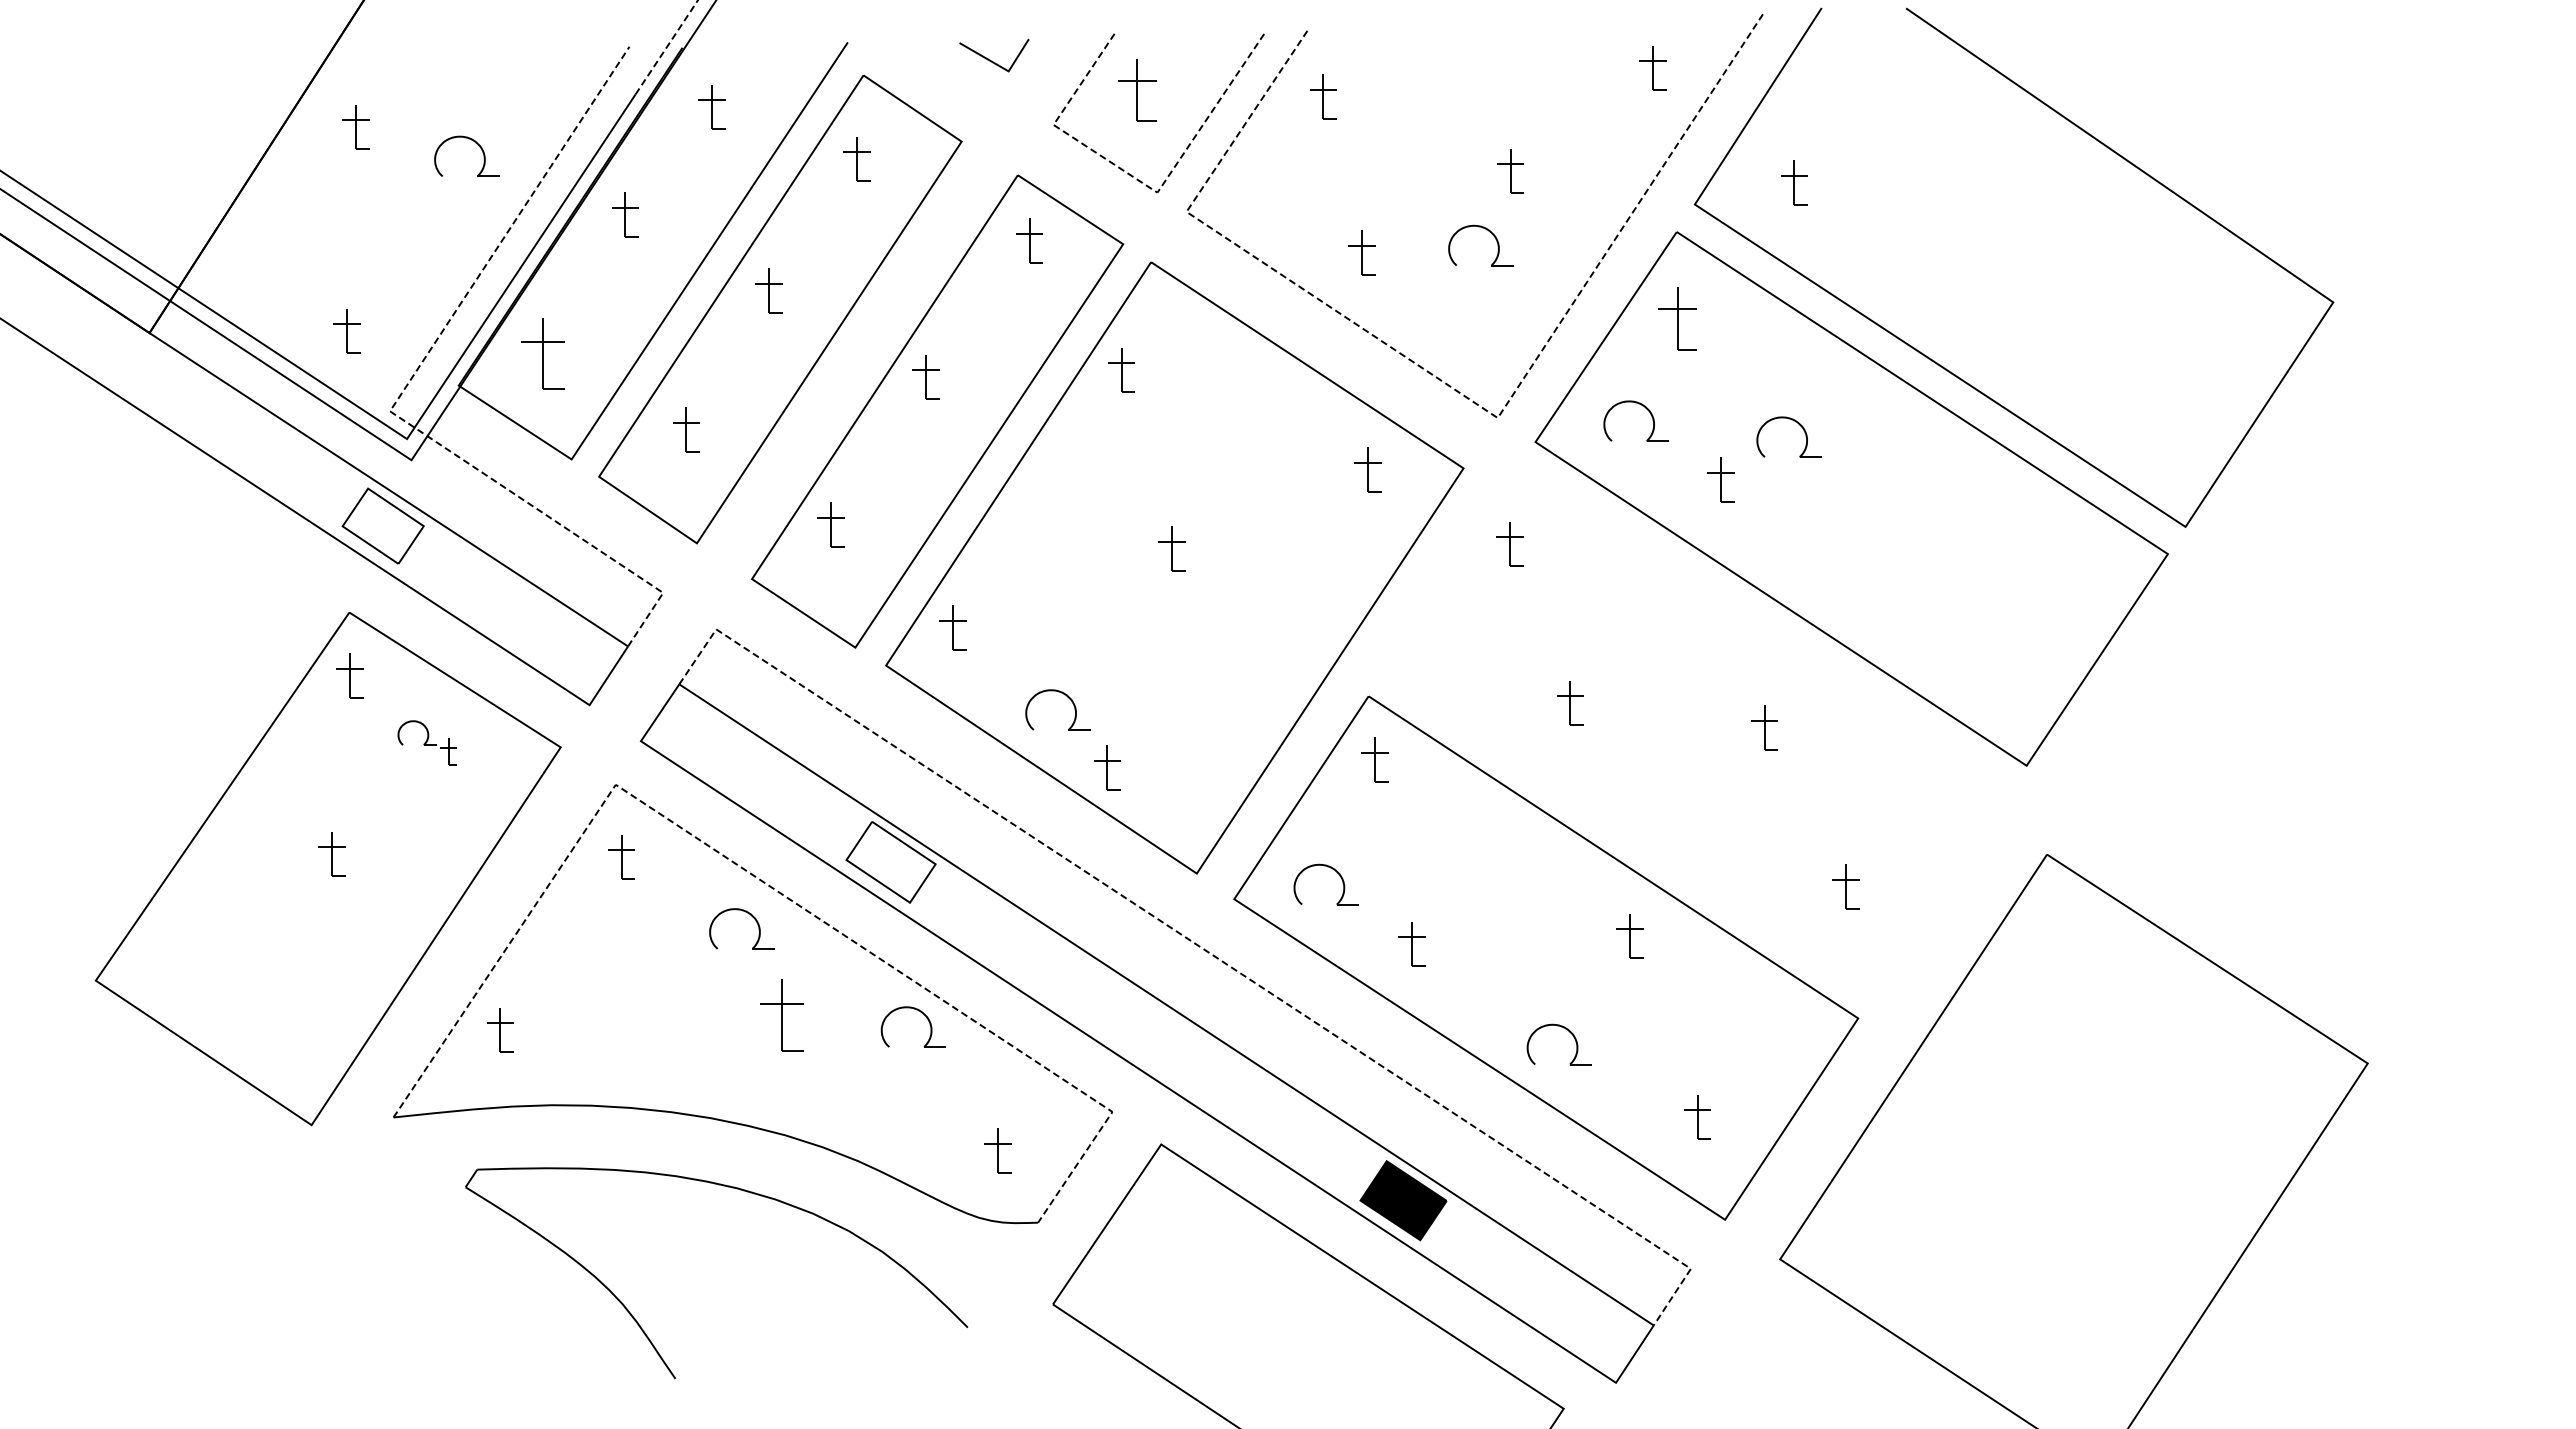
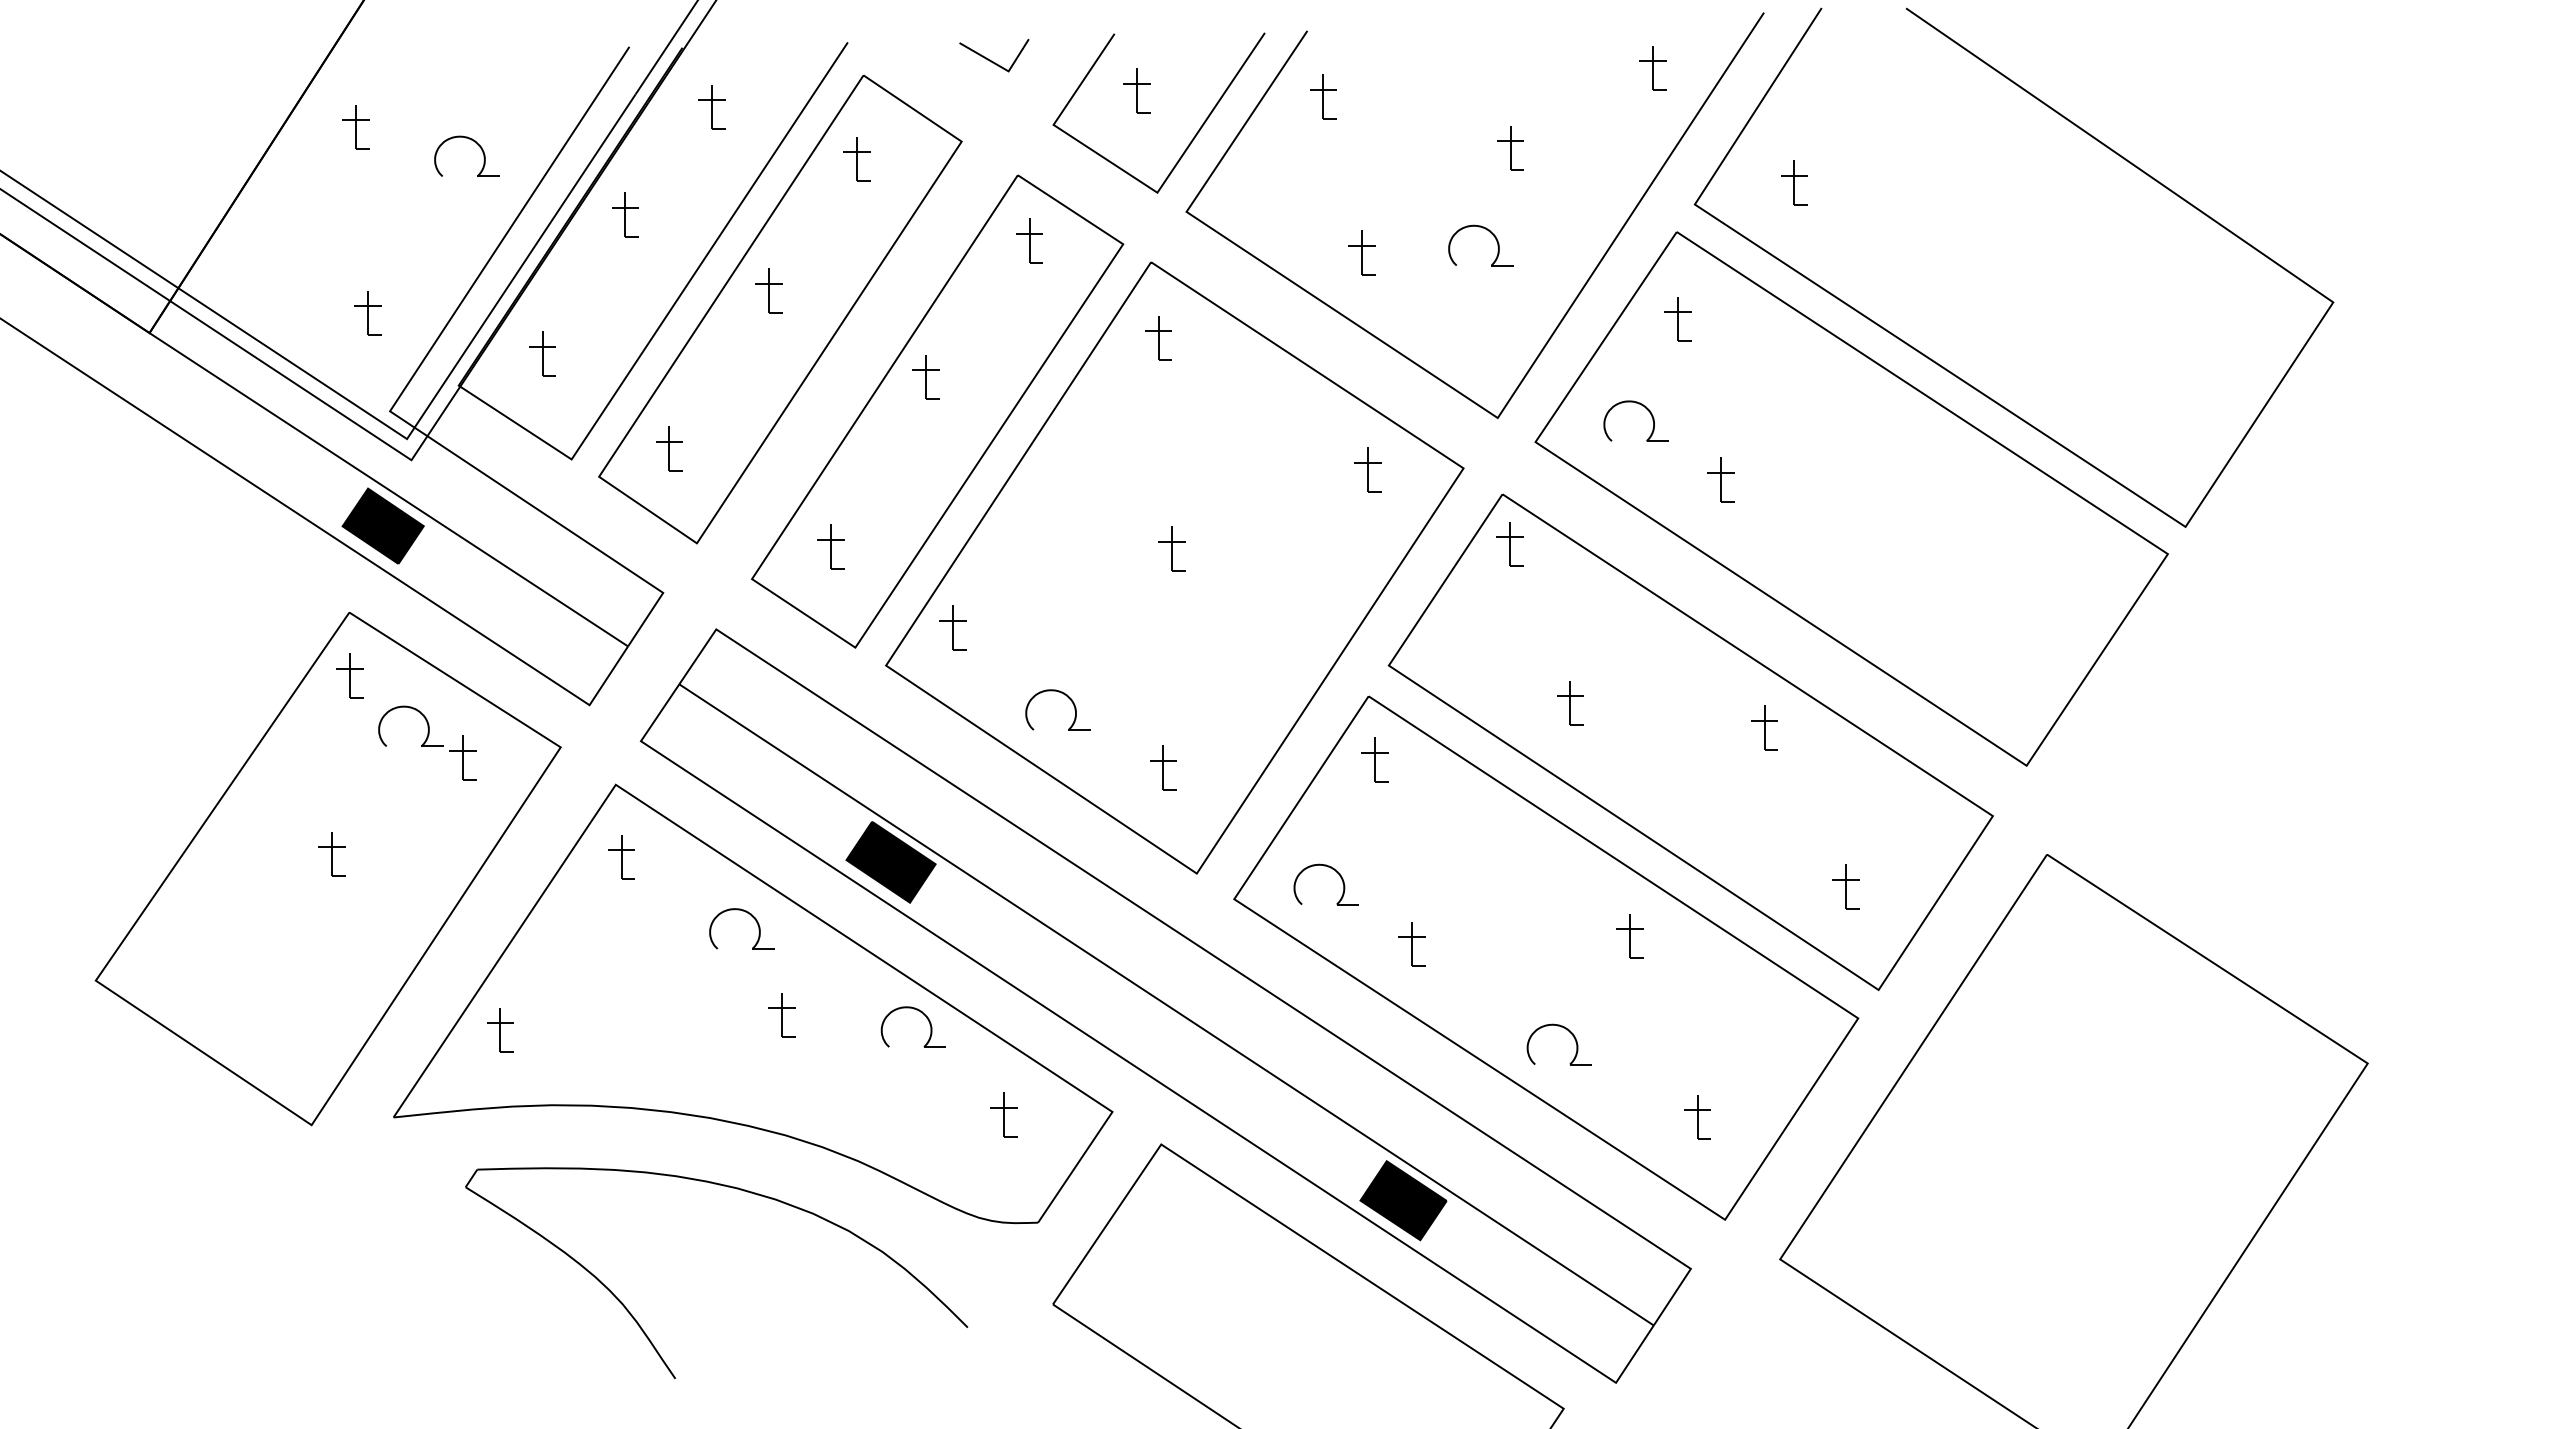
line at (667, 46): dashed -> solid
part at (1137, 90) size: 39x63 px -> 28x46 px
part at (1510, 171) position: (1510, 171) -> (1510, 148)
line at (1139, 181): dashed -> solid
part at (1677, 318) size: 39x64 px -> 28x45 px
part at (346, 331) position: (346, 331) -> (367, 313)
part at (542, 353) size: 44x72 px -> 27x46 px
part at (1121, 370) position: (1121, 370) -> (1158, 338)
line at (1453, 388): dashed -> solid
line at (401, 393): dashed -> solid
part at (1799, 425): present -> none
part at (686, 429) position: (686, 429) -> (669, 448)
part at (830, 524) position: (830, 524) -> (830, 546)
fill at (382, 525): none -> present
part at (1690, 741): none -> present
part at (426, 742) size: 60x46 px -> 99x76 px
part at (1107, 767) position: (1107, 767) -> (1163, 767)
fill at (890, 861): none -> present
line at (752, 874): dashed -> solid
line at (1204, 949): dashed -> solid
part at (781, 1015) size: 44x73 px -> 28x45 px
part at (997, 1150) position: (997, 1150) -> (1003, 1114)
